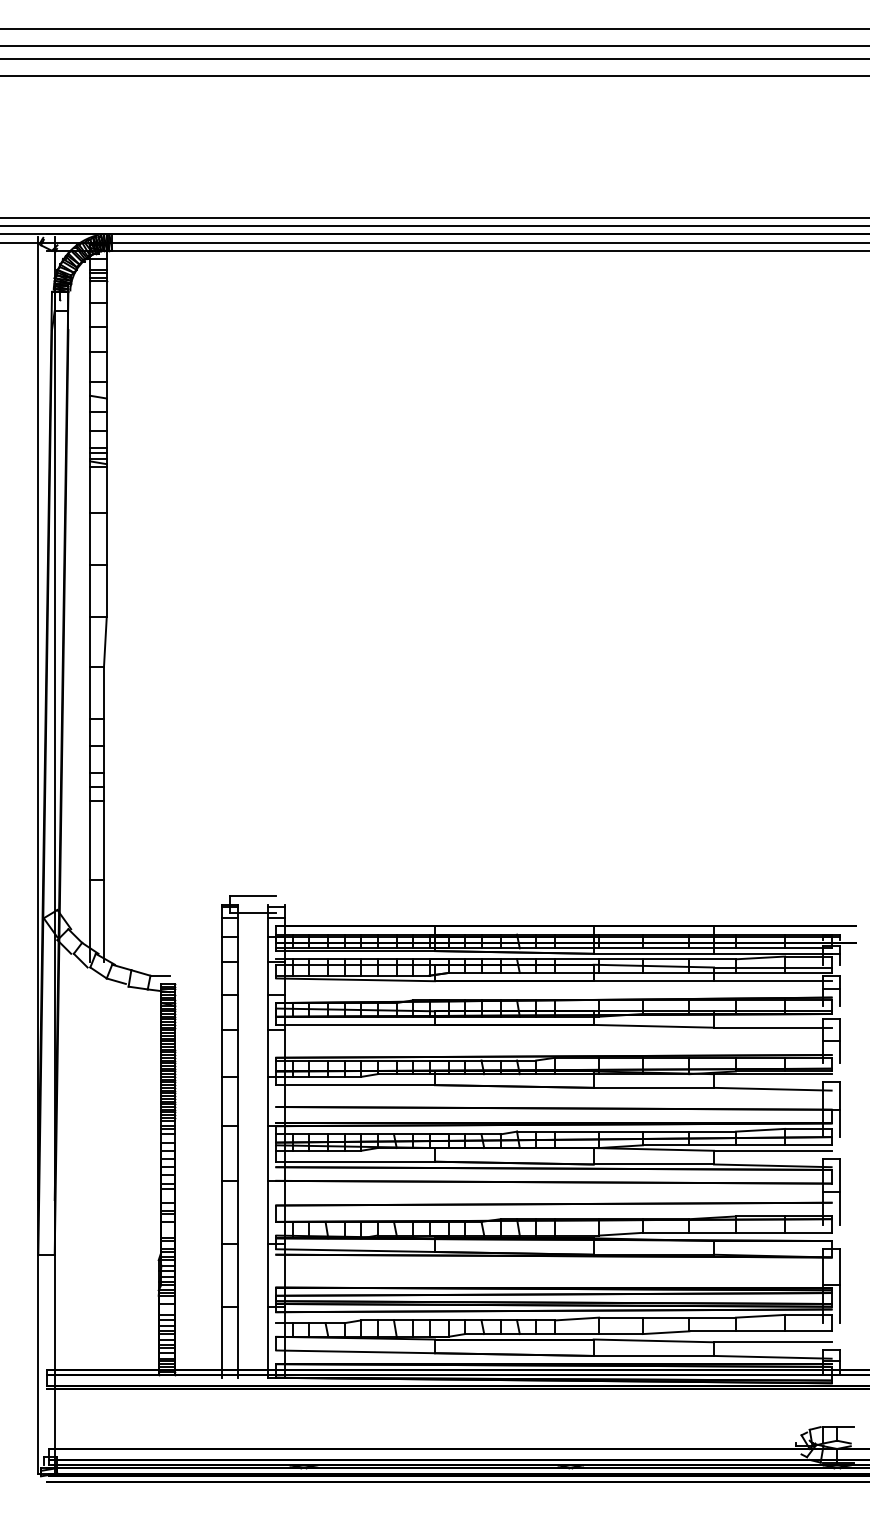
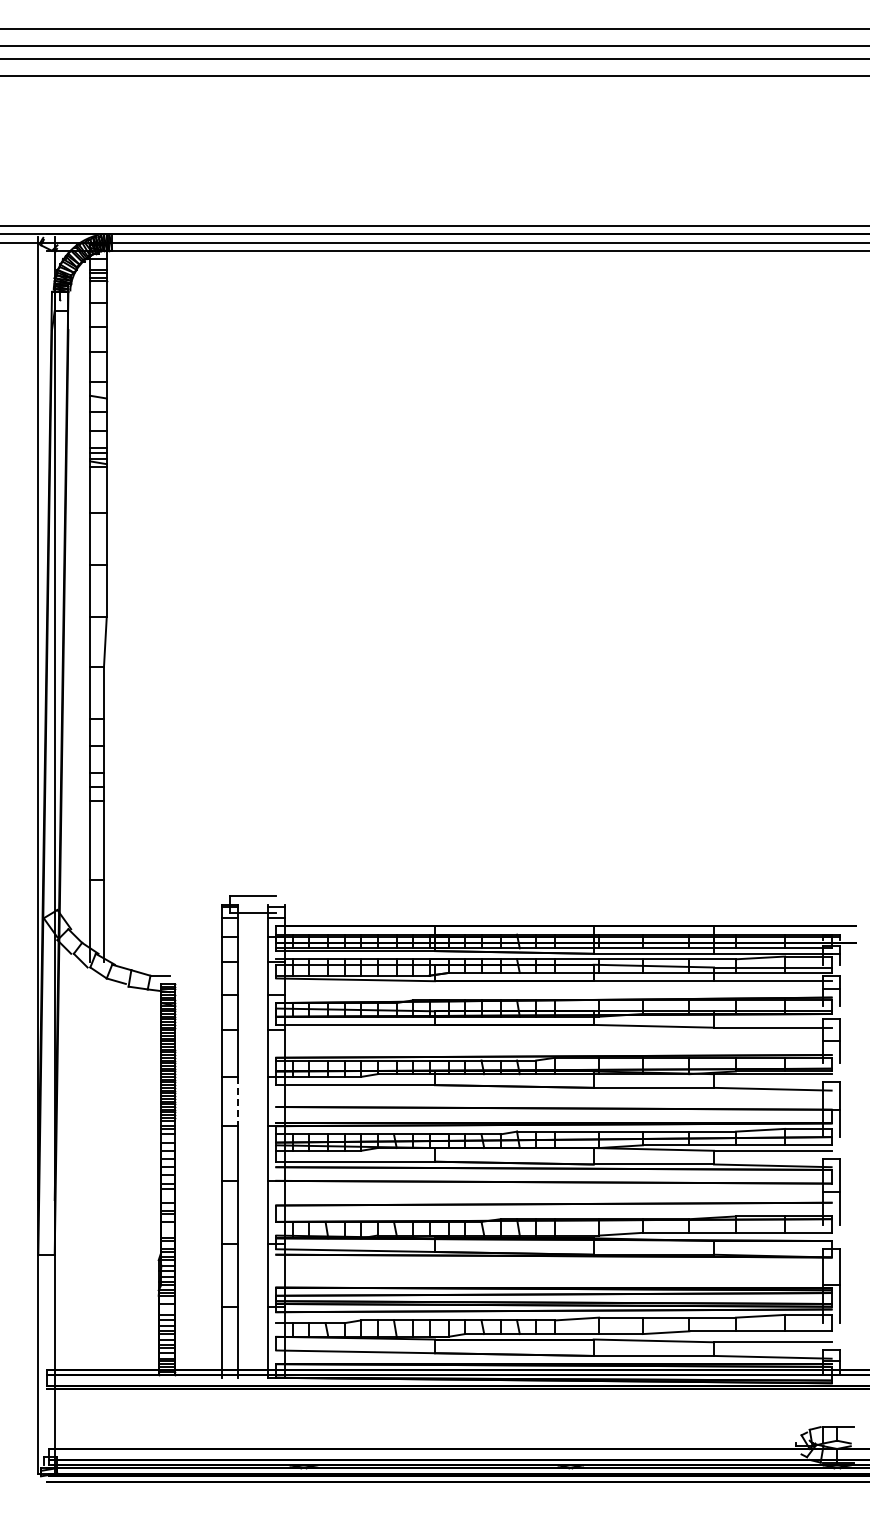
line at (434, 217): present -> none
line at (238, 1101): solid -> dashed
